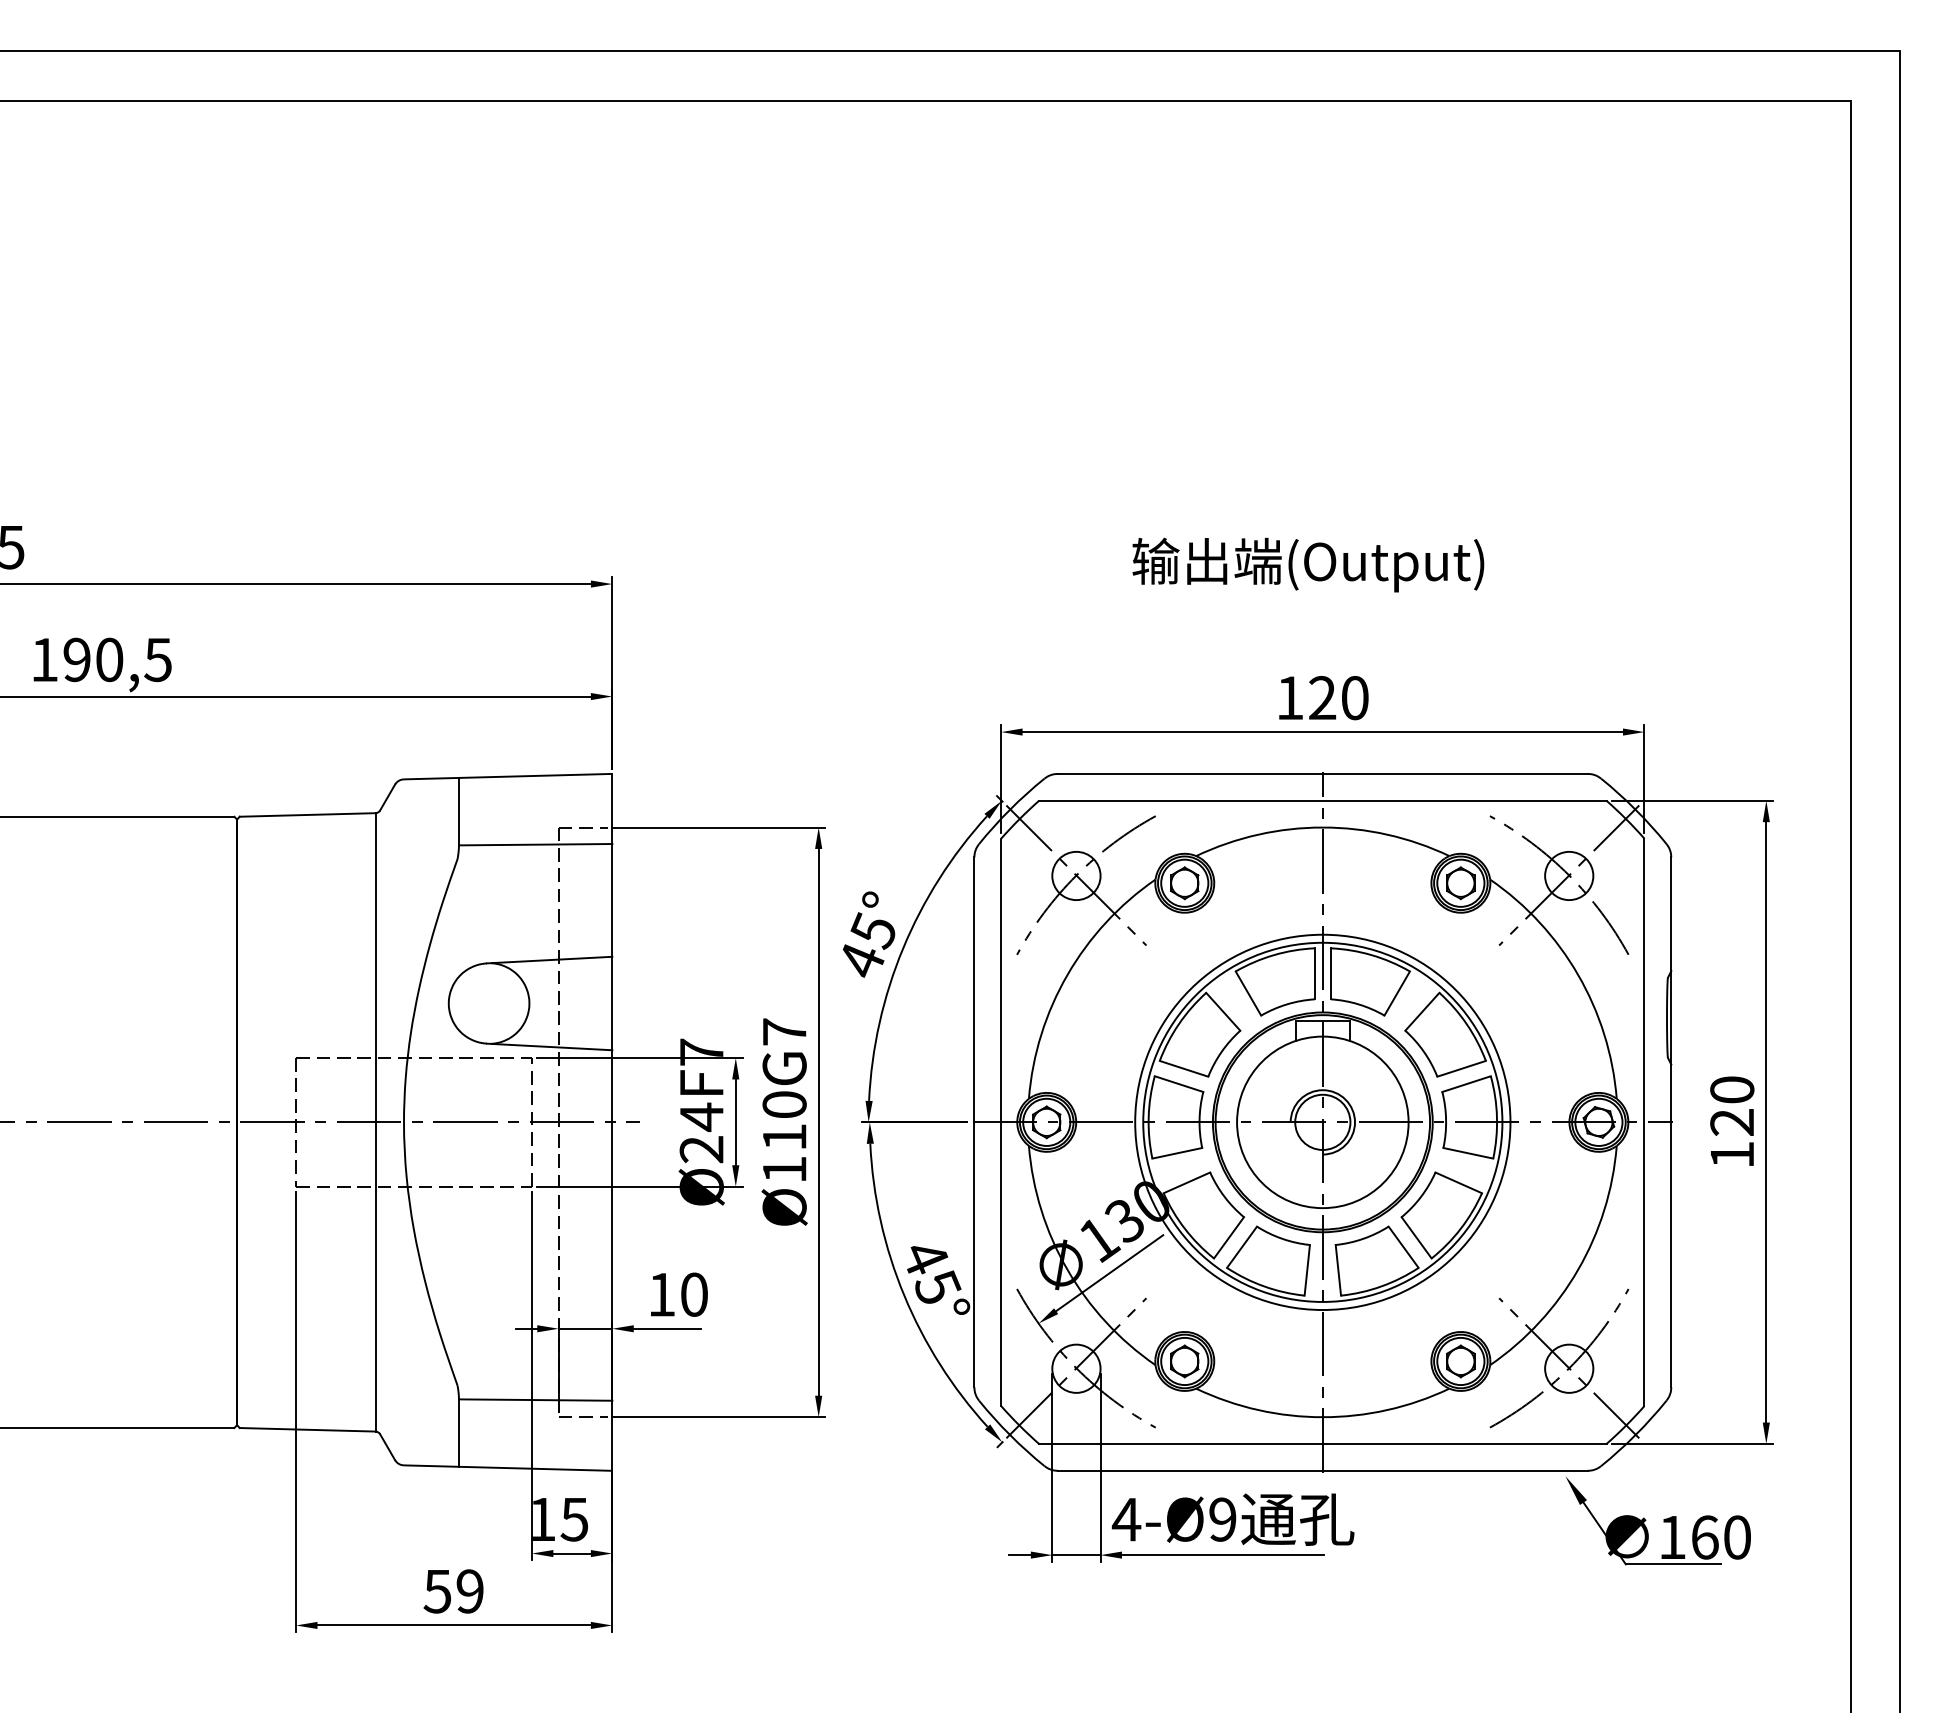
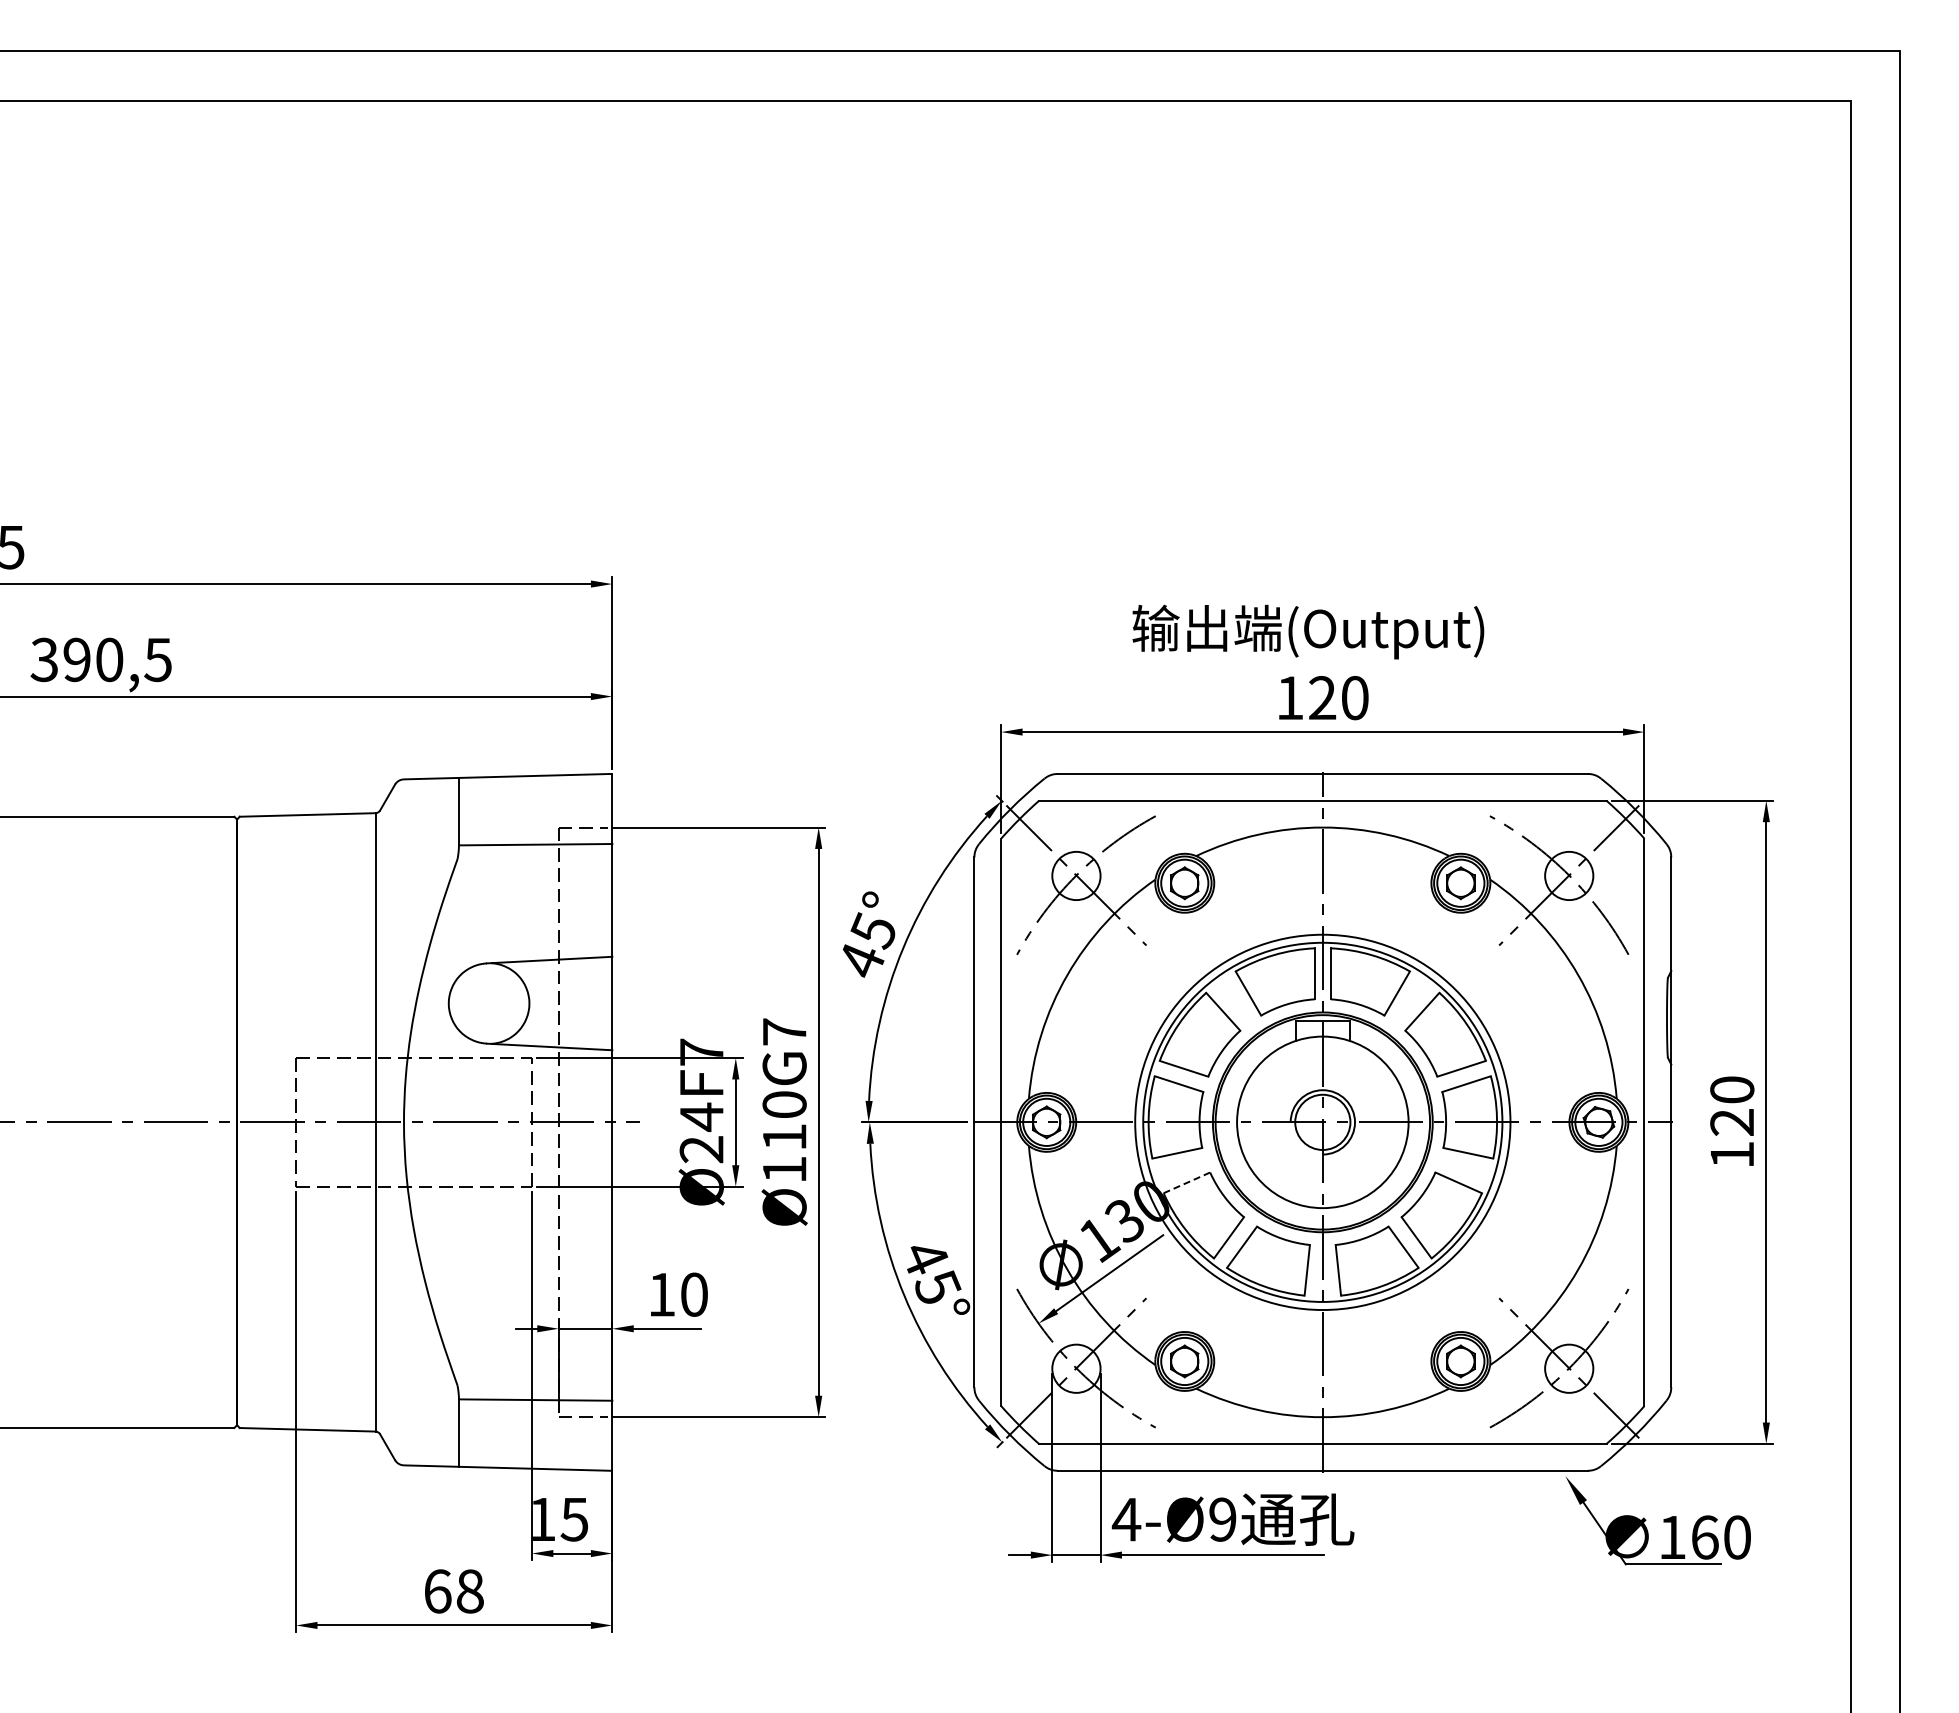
text at (1308, 564) position: (1308, 564) -> (1308, 631)
text at (43, 659): 190,5 -> 390,5
line at (1186, 1183): solid -> dashed
text at (453, 1591): 59 -> 68
